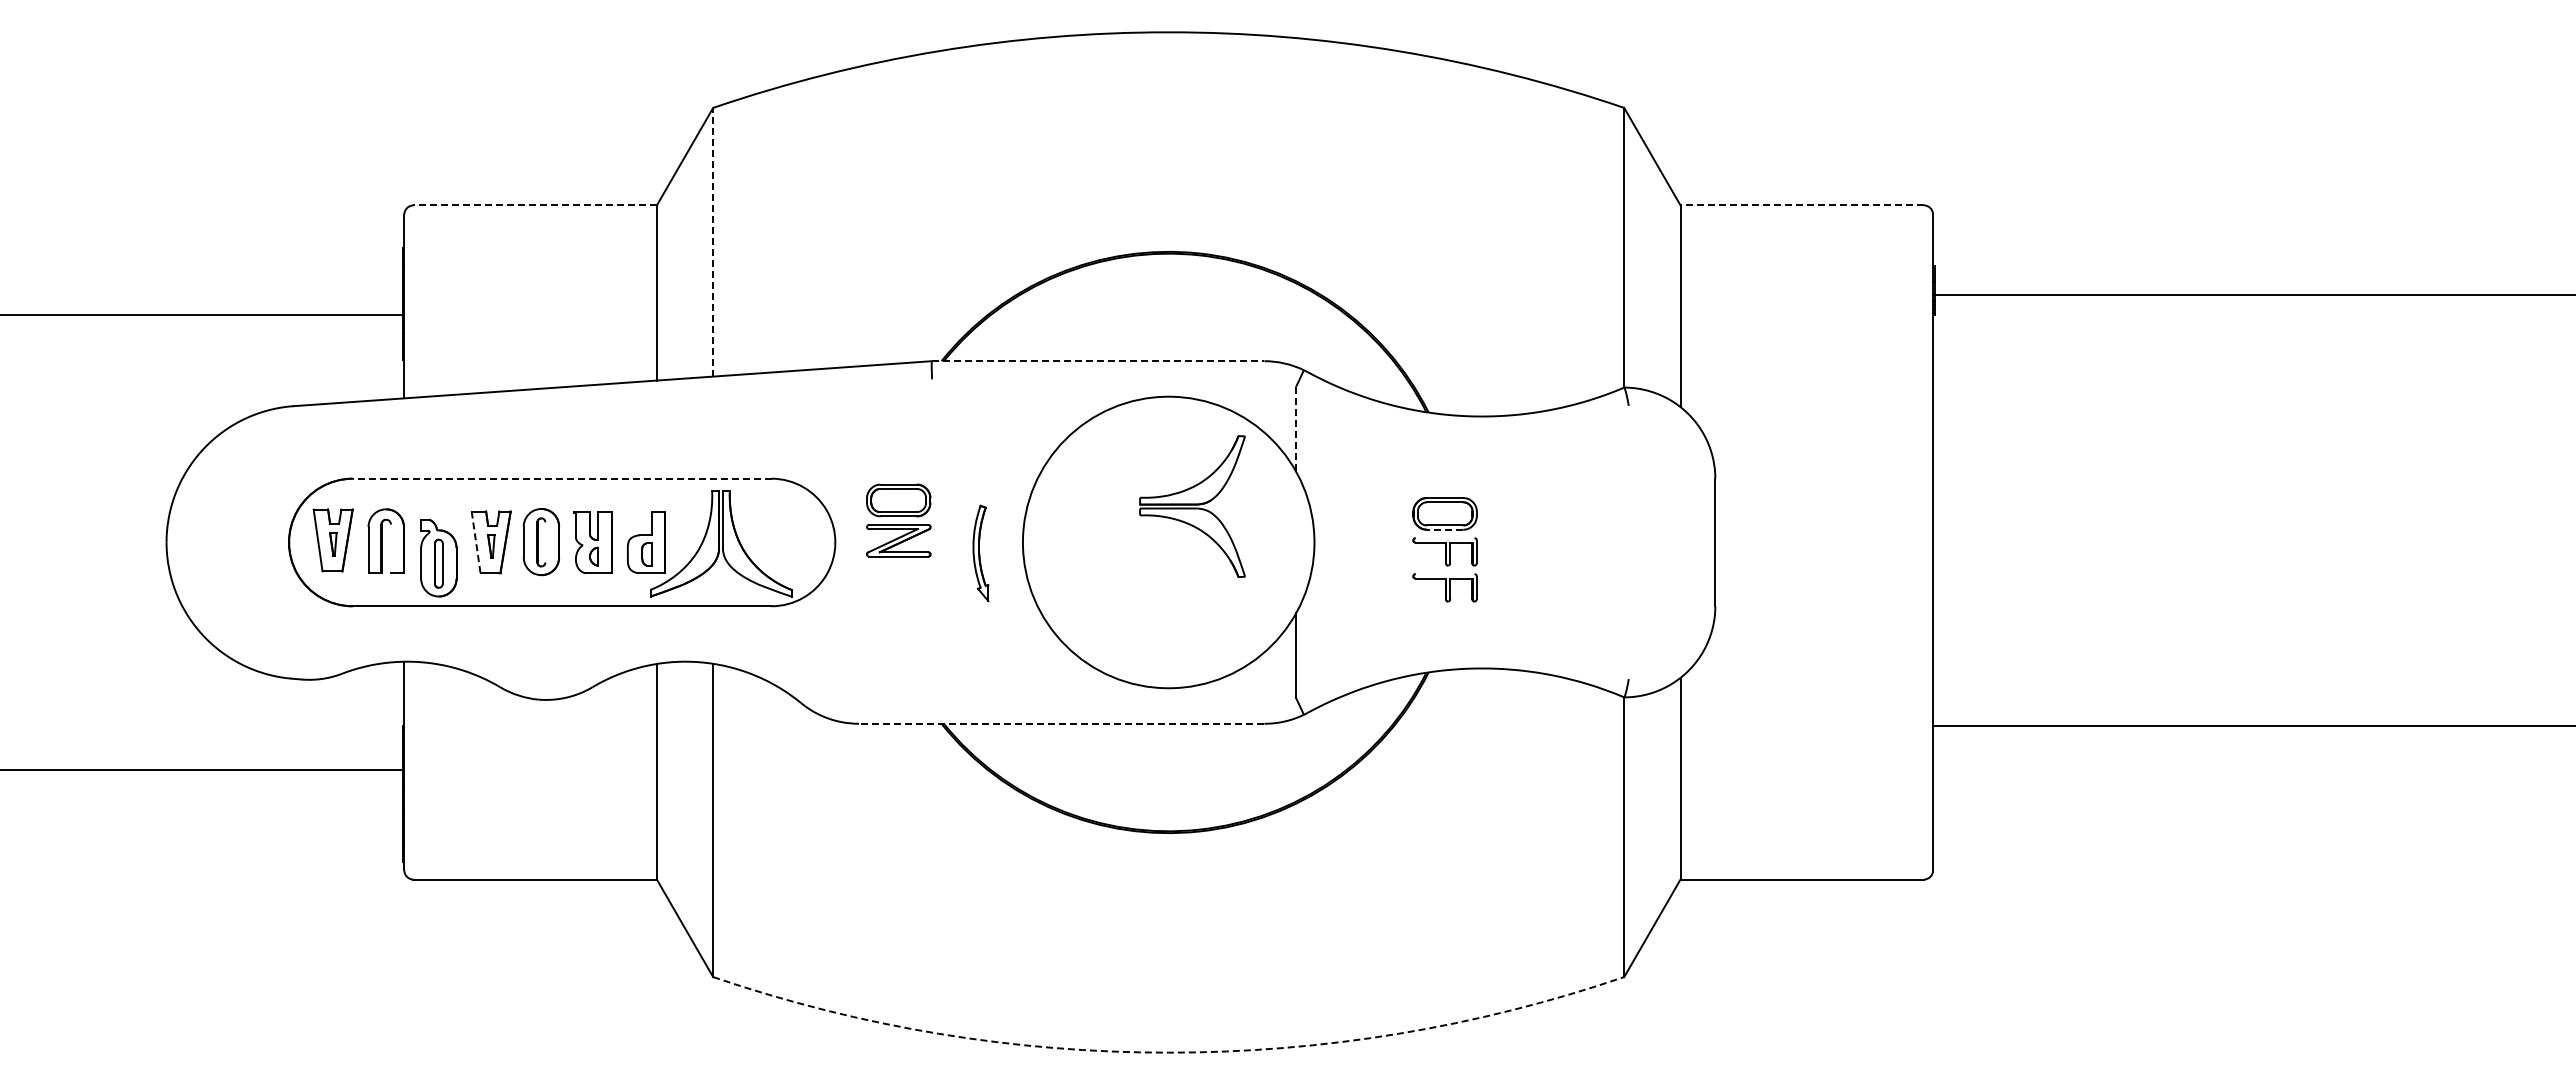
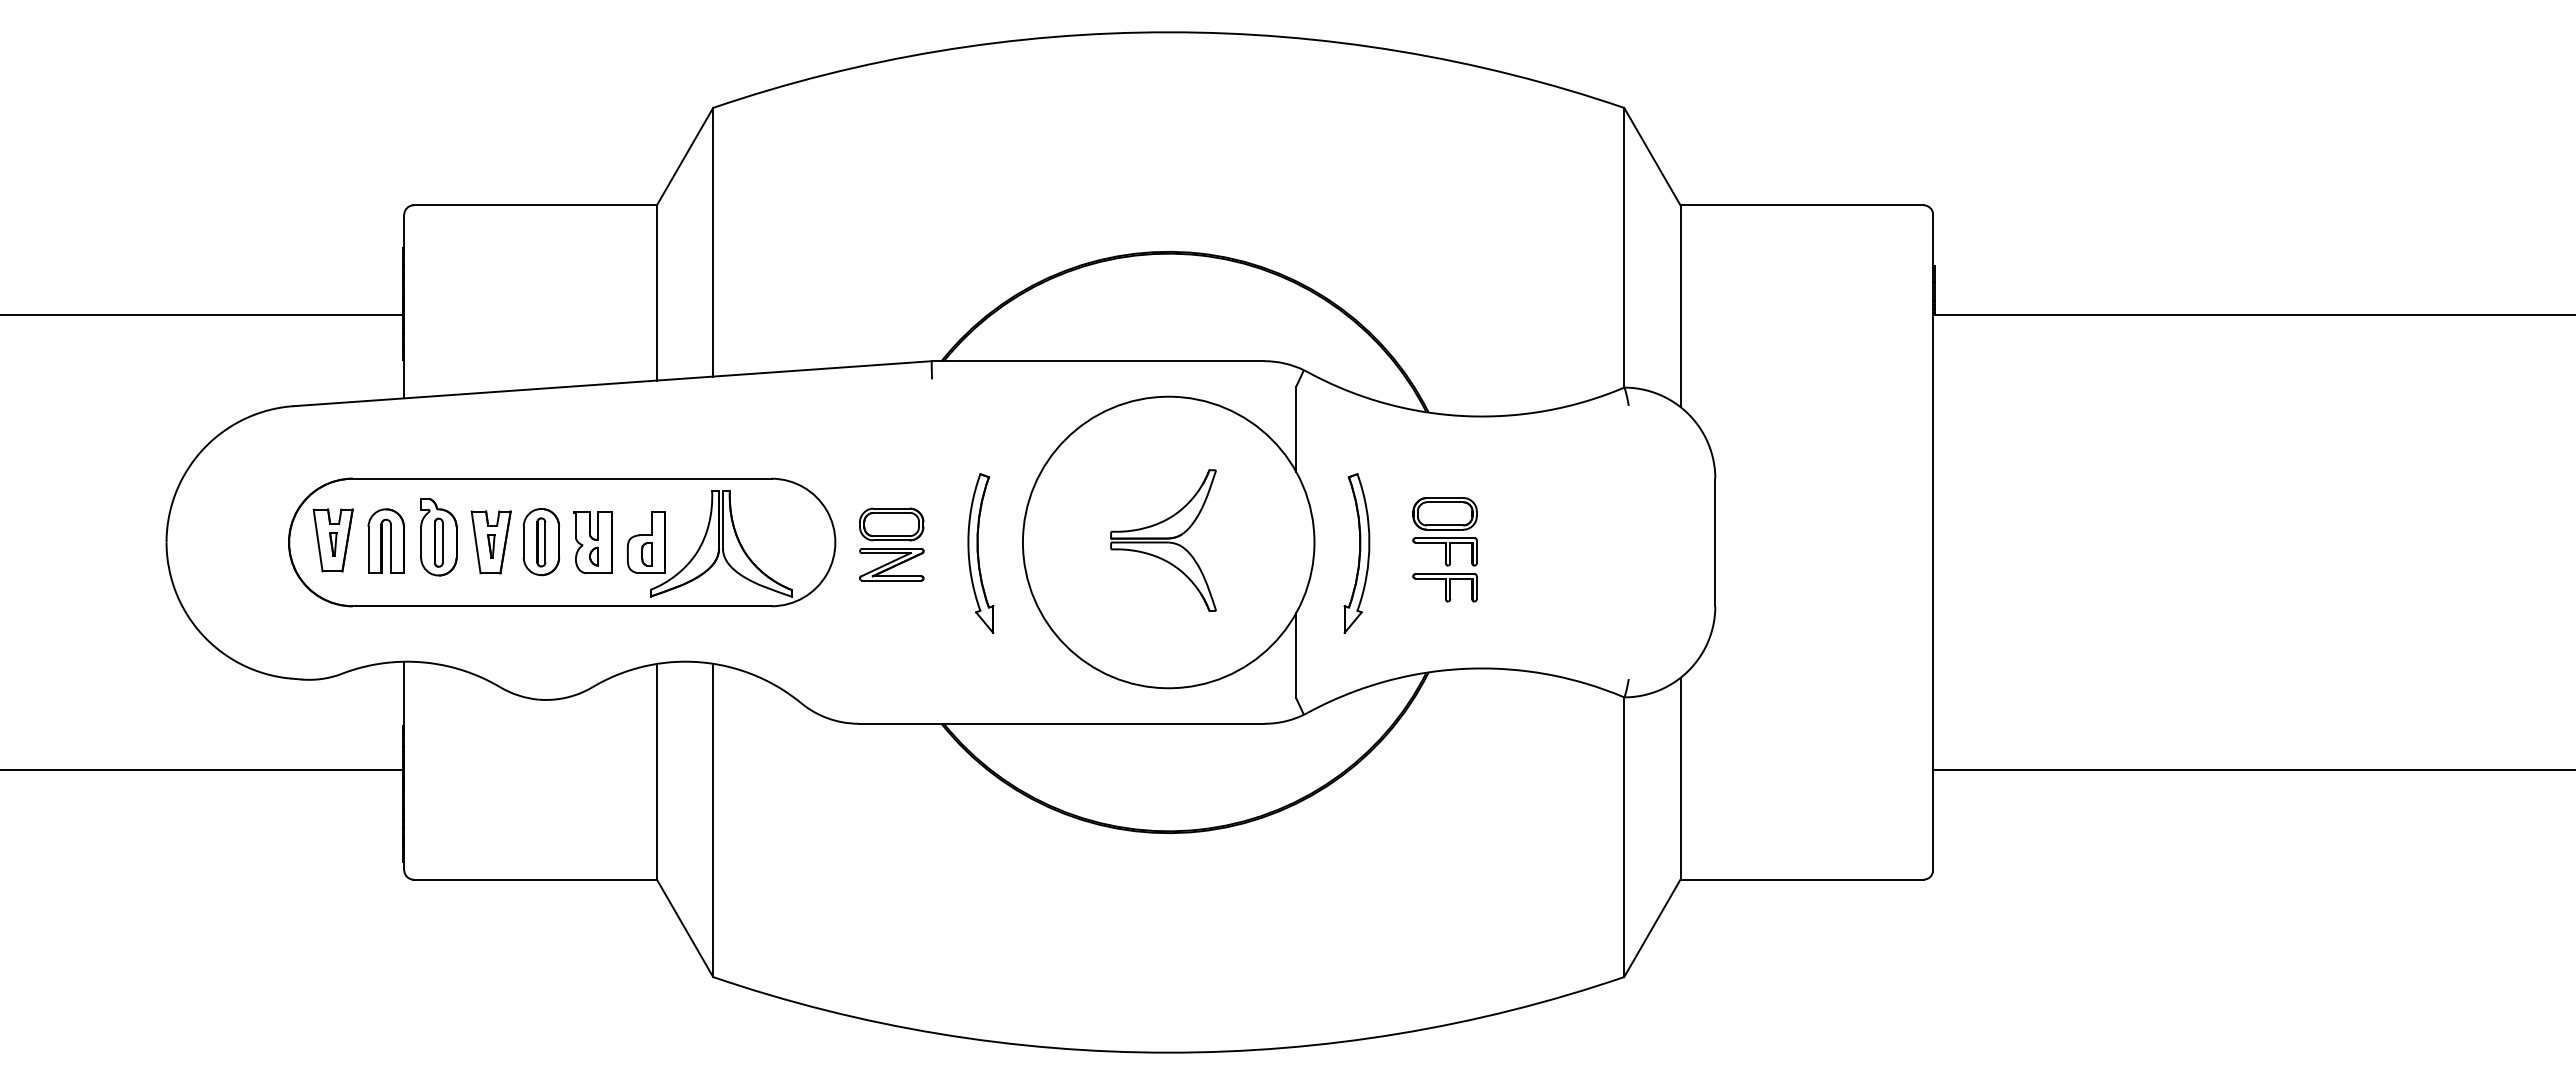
line at (535, 205): dashed -> solid
line at (1802, 205): dashed -> solid
line at (713, 241): dashed -> solid
line at (2252, 294) position: (2252, 294) -> (2252, 314)
line at (1098, 361): dashed -> solid
line at (1296, 429): dashed -> solid
line at (561, 478): dashed -> solid
part at (1192, 506) position: (1192, 506) -> (1163, 540)
part at (898, 520) position: (898, 520) -> (891, 544)
line at (1444, 529): dashed -> solid
line at (1444, 538): none -> present
line at (476, 542): dashed -> solid
line at (545, 542): none -> present
line at (390, 548): none -> present
part at (980, 553) size: 18x99 px -> 28x161 px
part at (1356, 553): none -> present
part at (438, 557) position: (438, 557) -> (438, 536)
line at (1444, 574): none -> present
line at (1061, 723): dashed -> solid
line at (2252, 726) position: (2252, 726) -> (2252, 770)
arc at (1168, 1052): dashed -> solid
